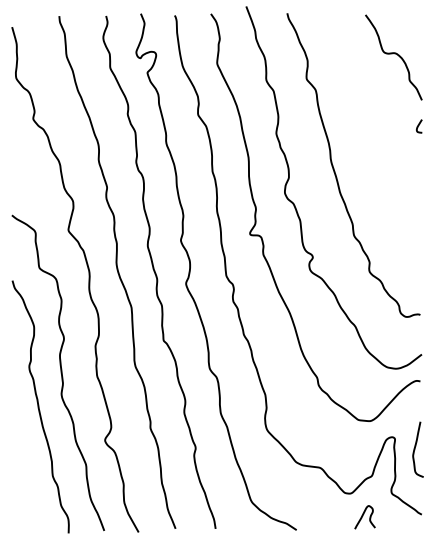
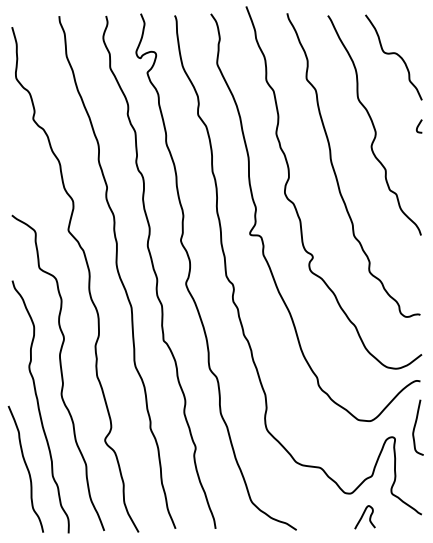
curve at (374, 125): none -> present
curve at (415, 449) position: (415, 449) -> (415, 427)
curve at (26, 468): none -> present
